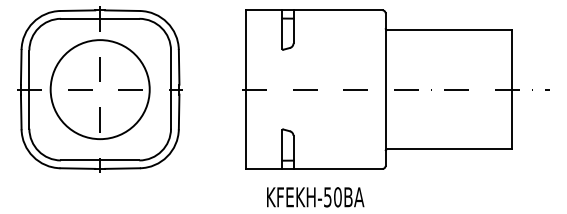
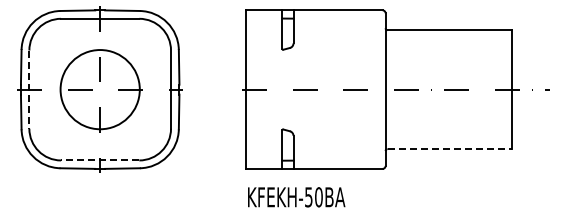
circle at (99, 89) diameter: 99 px -> 79 px
line at (29, 90): solid -> dashed
line at (450, 149): solid -> dashed
line at (99, 160): solid -> dashed
text at (315, 197) position: (315, 197) -> (296, 197)
